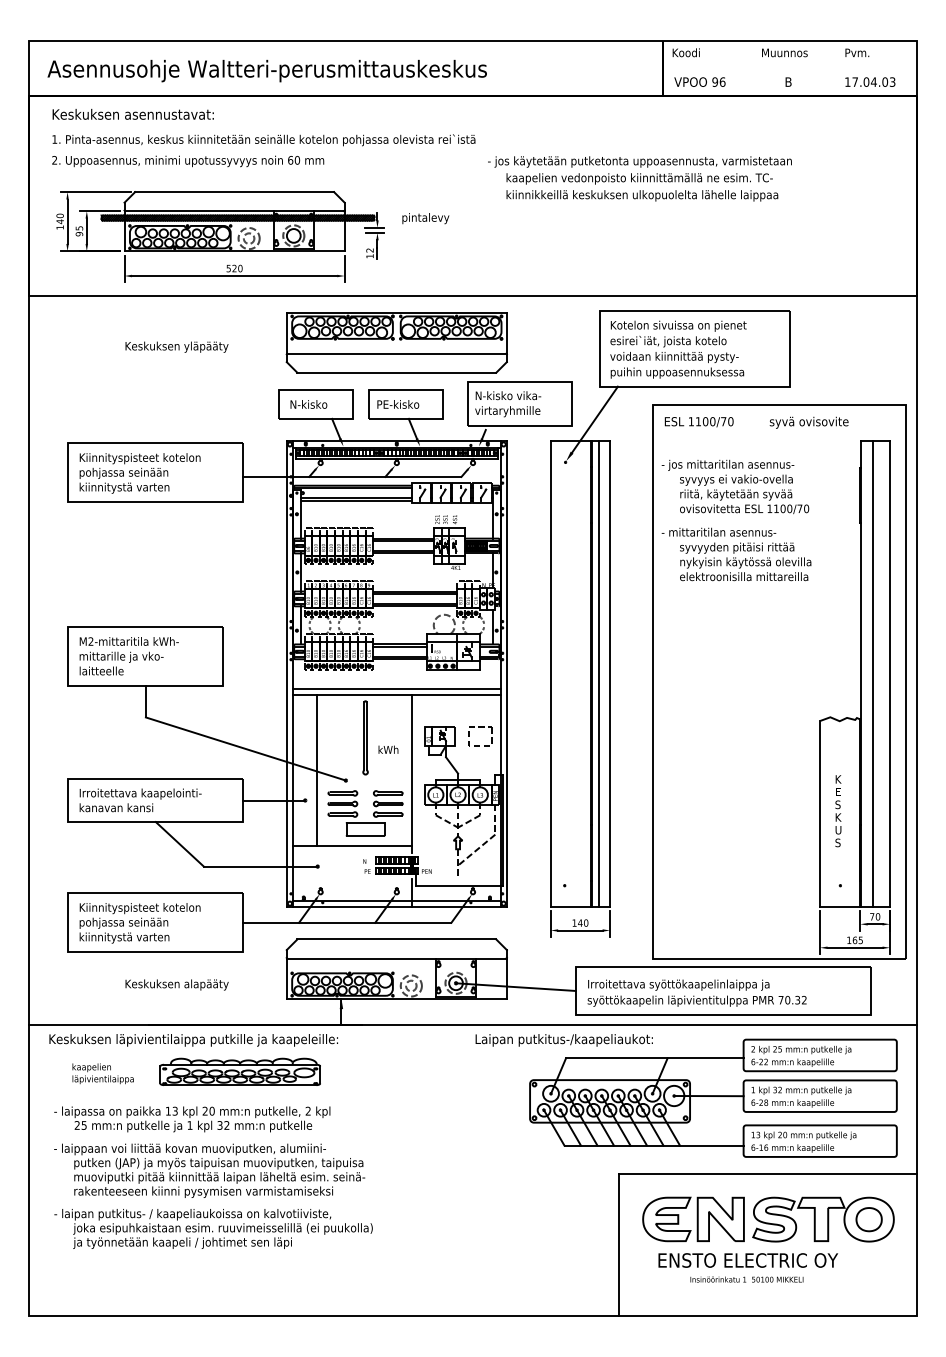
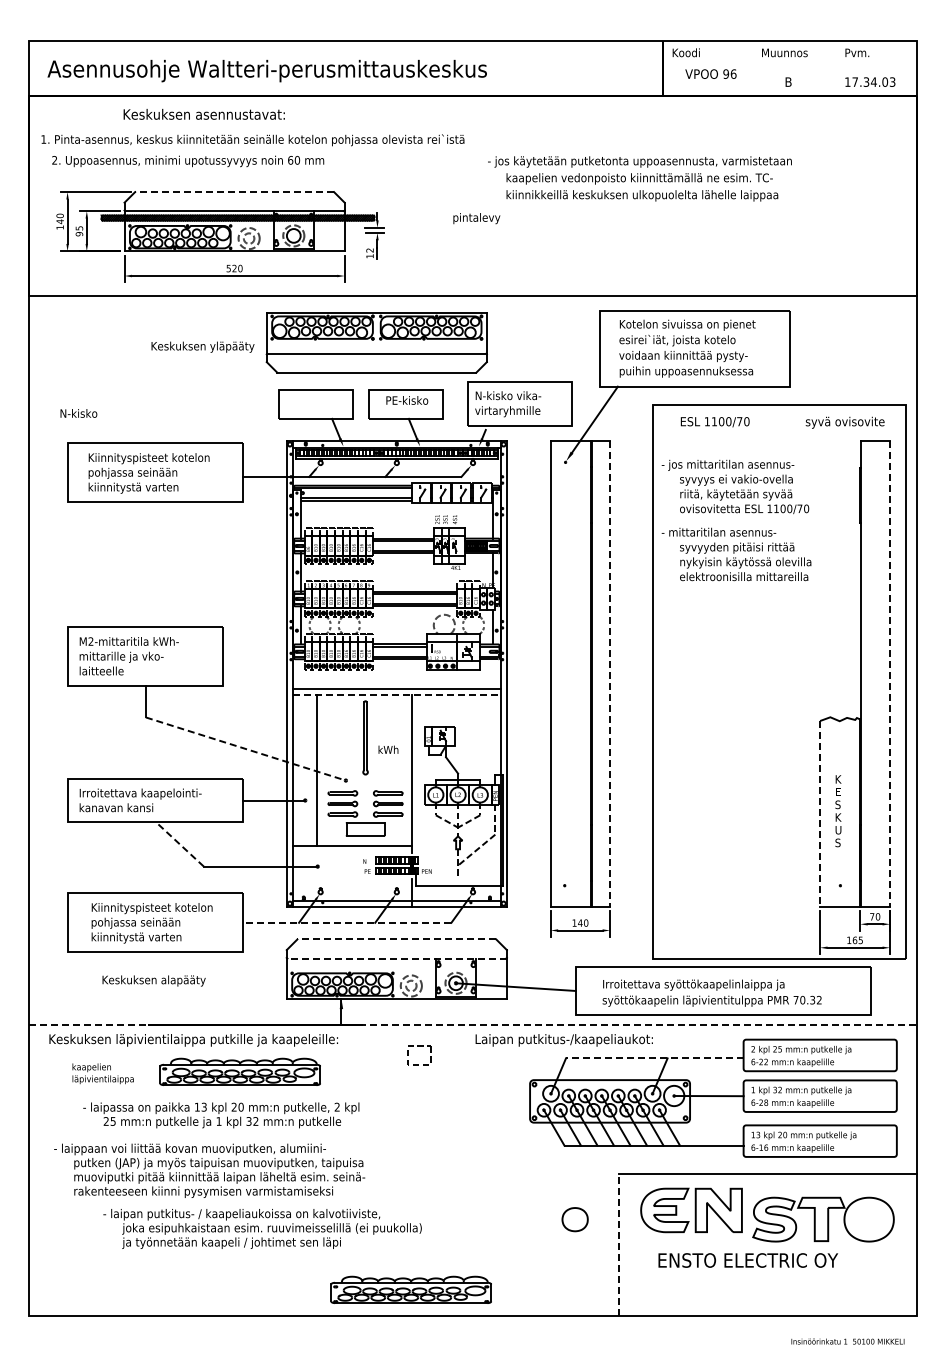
text at (699, 81) position: (699, 81) -> (710, 73)
text at (866, 81): 17.04.03 -> 17.34.03
text at (132, 114) position: (132, 114) -> (203, 114)
text at (263, 140) position: (263, 140) -> (252, 140)
line at (234, 192): solid -> dashed
text at (425, 218) position: (425, 218) -> (476, 218)
part at (396, 342) position: (396, 342) -> (376, 342)
text at (176, 346) position: (176, 346) -> (202, 346)
text at (678, 349) position: (678, 349) -> (687, 348)
text at (308, 404) position: (308, 404) -> (78, 413)
text at (398, 404) position: (398, 404) -> (407, 400)
text at (698, 422) position: (698, 422) -> (714, 422)
text at (808, 422) position: (808, 422) -> (844, 422)
text at (139, 473) position: (139, 473) -> (148, 473)
line at (598, 673): present -> none
line at (873, 673): present -> none
line at (610, 674): solid -> dashed
line at (889, 674): solid -> dashed
line at (396, 695): solid -> dashed
part at (480, 727) position: (480, 727) -> (419, 1046)
line at (245, 749): solid -> dashed
line at (820, 813): solid -> dashed
line at (179, 844): solid -> dashed
line at (346, 922): solid -> dashed
text at (139, 923) position: (139, 923) -> (151, 923)
line at (396, 939): solid -> dashed
line at (396, 958): solid -> dashed
text at (176, 984) position: (176, 984) -> (153, 980)
text at (696, 992) position: (696, 992) -> (711, 992)
line at (473, 1024): solid -> dashed
line at (654, 1058): solid -> dashed
text at (192, 1119) position: (192, 1119) -> (221, 1115)
part at (693, 1219) position: (693, 1219) -> (691, 1210)
part at (868, 1219) position: (868, 1219) -> (574, 1219)
text at (213, 1228) position: (213, 1228) -> (262, 1228)
line at (618, 1244): solid -> dashed
text at (746, 1279) position: (746, 1279) -> (847, 1341)
part at (410, 1289): none -> present
